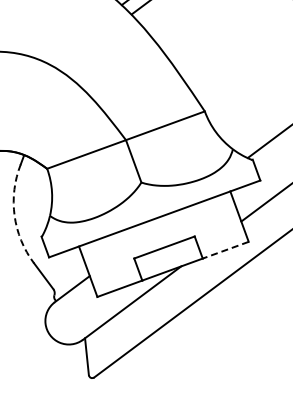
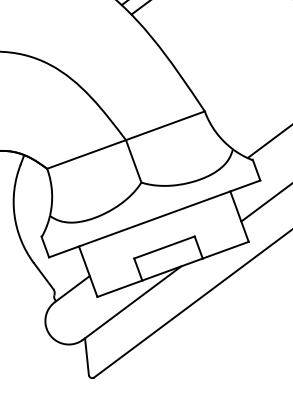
arc at (14, 215): dashed -> solid
line at (225, 250): dashed -> solid
